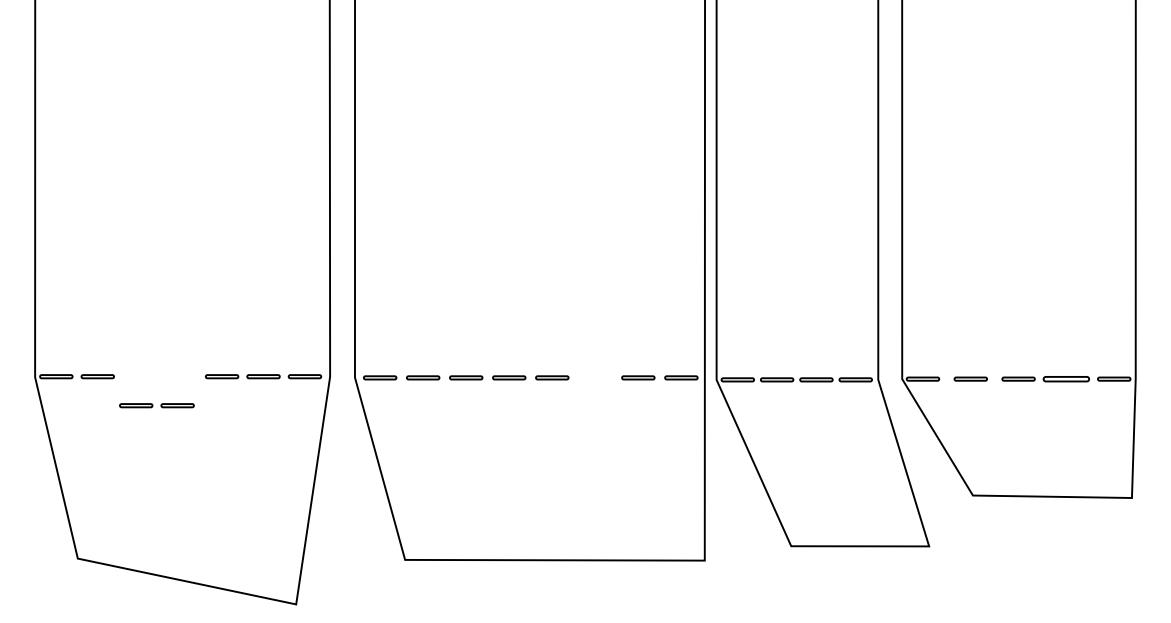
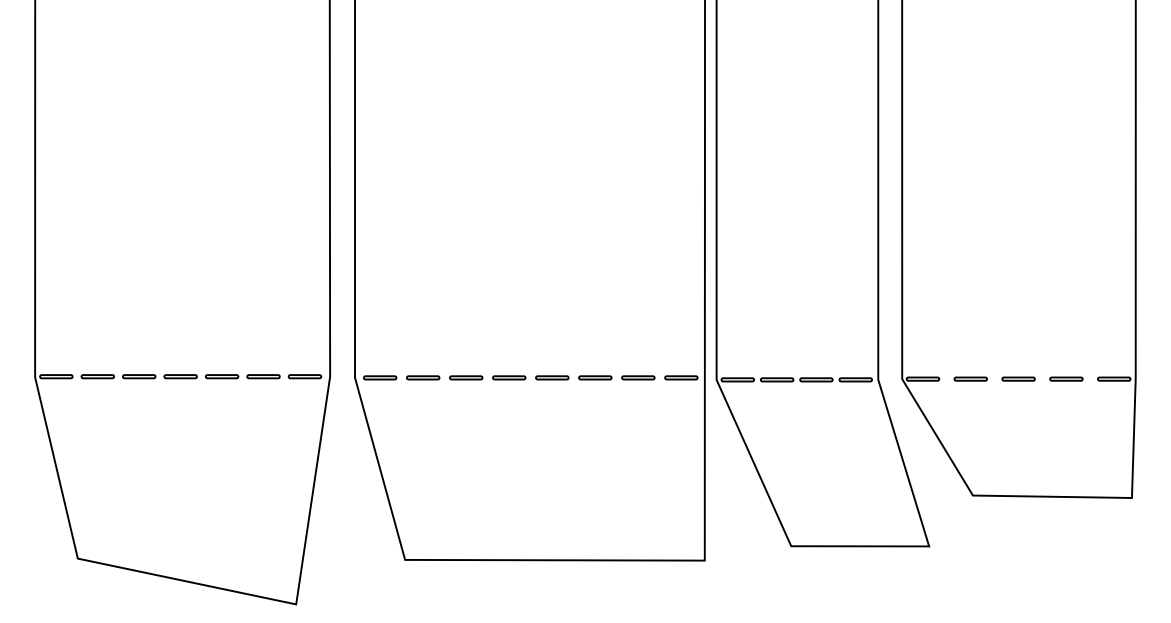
part at (595, 377): none -> present
part at (1065, 379) size: 48x7 px -> 35x6 px
part at (156, 405) position: (156, 405) -> (159, 376)
